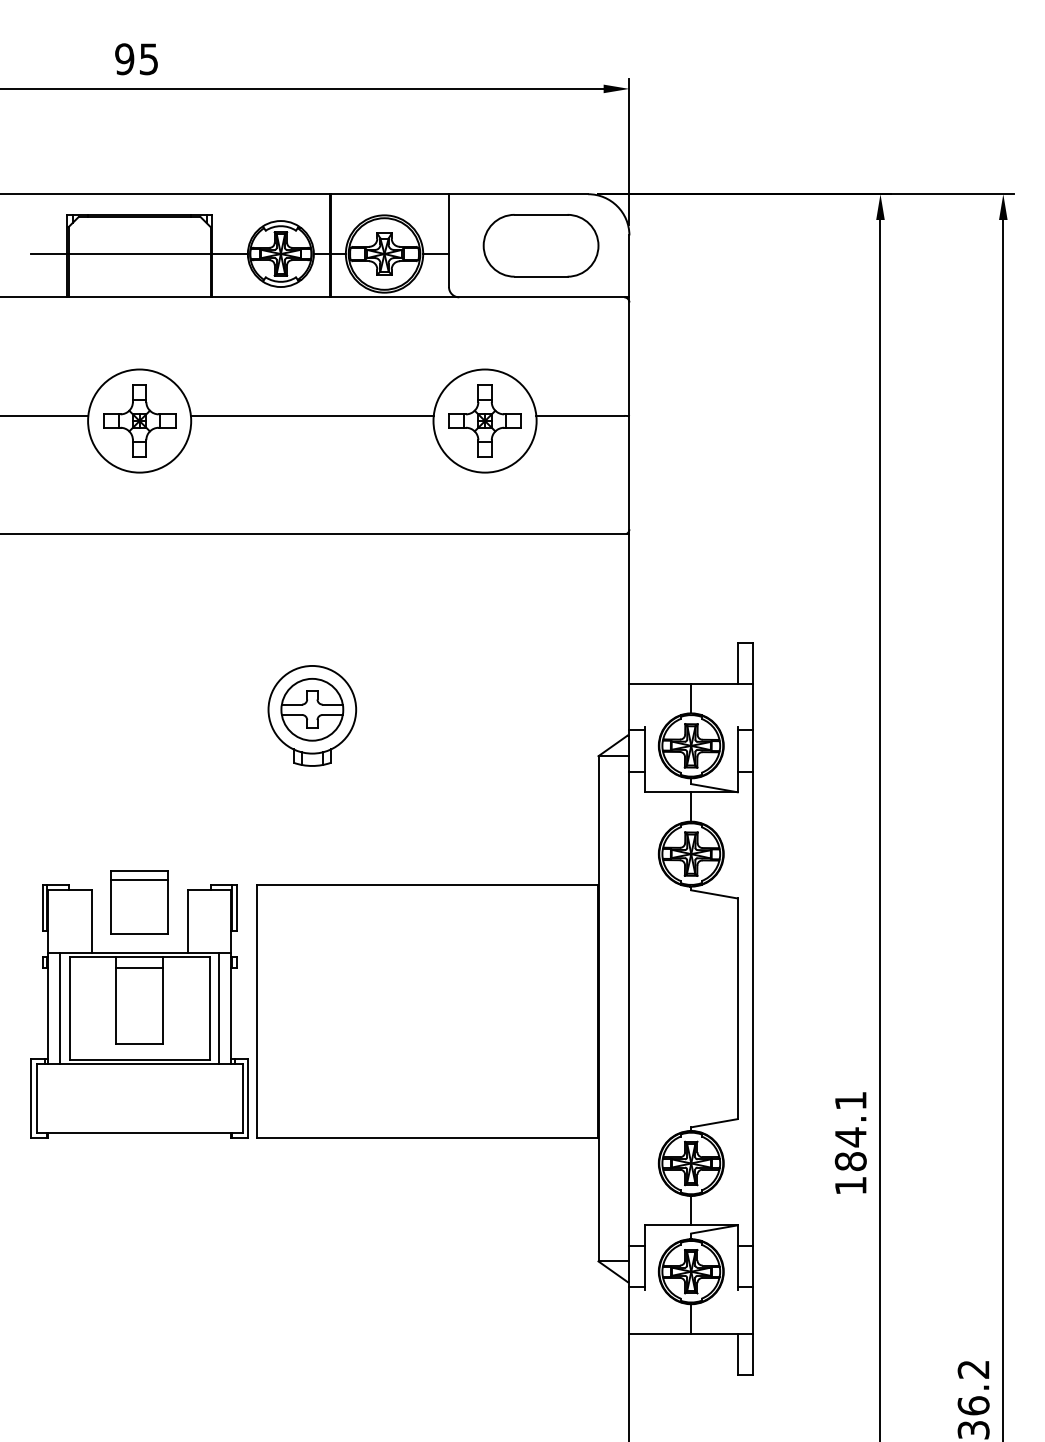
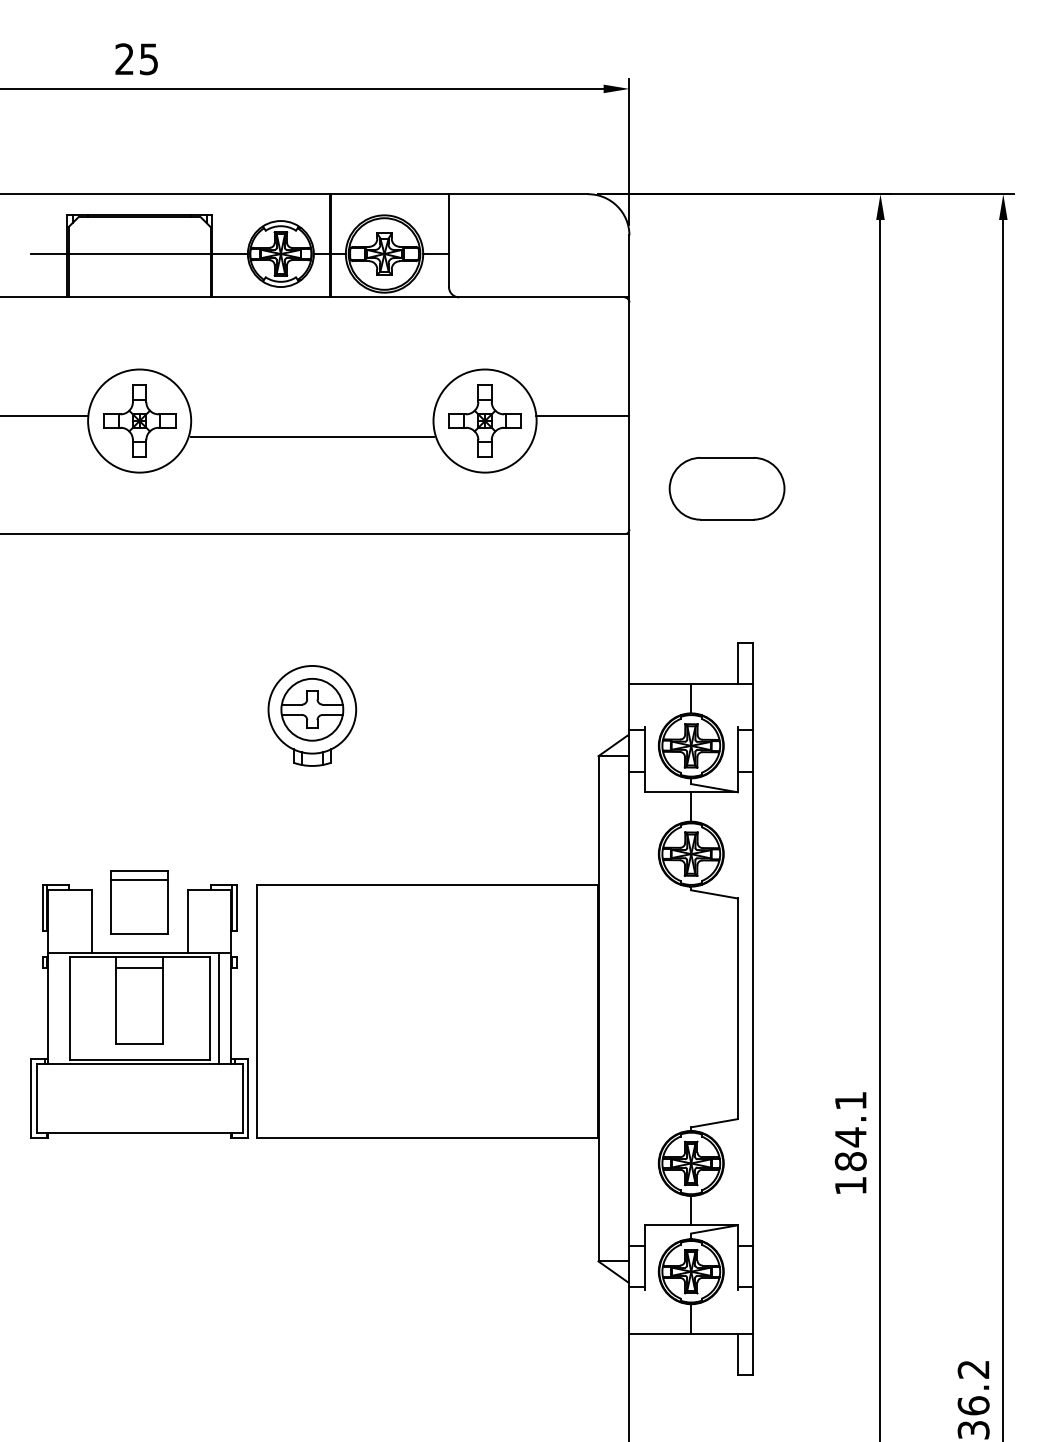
text at (124, 59): 95 -> 25
part at (540, 245) position: (540, 245) -> (726, 488)
line at (311, 415) position: (311, 415) -> (311, 436)
line at (60, 1008): present -> none
